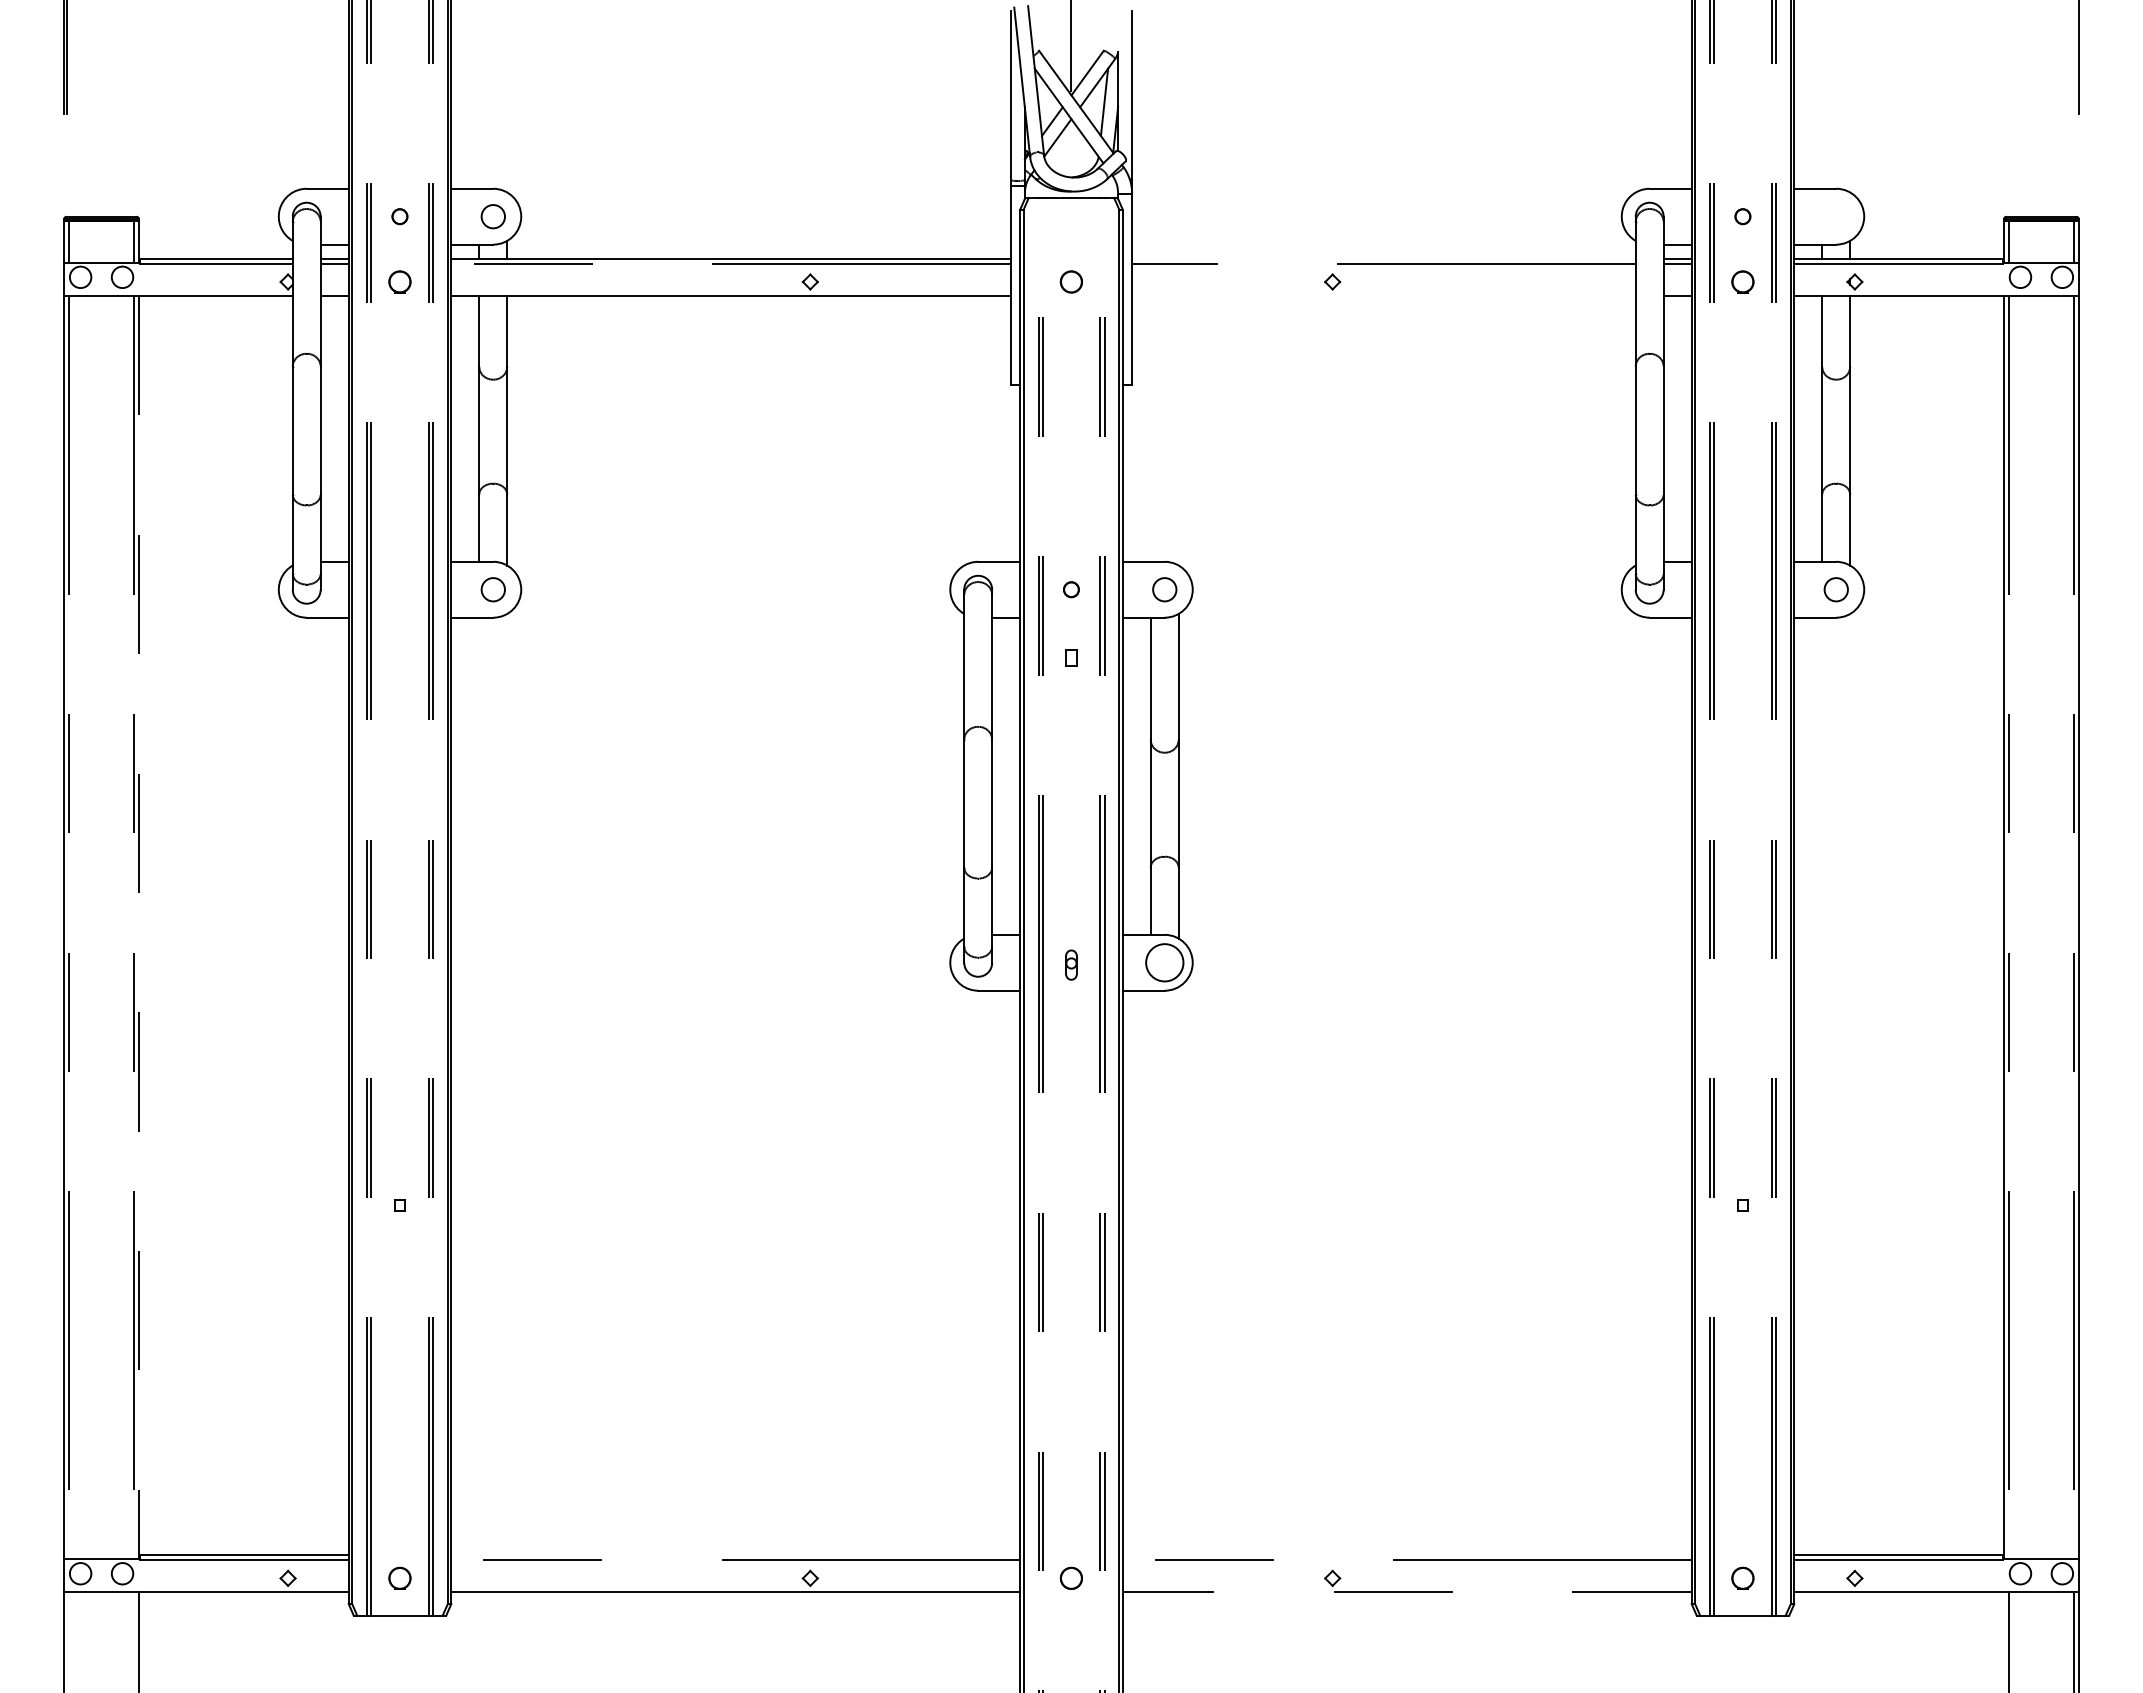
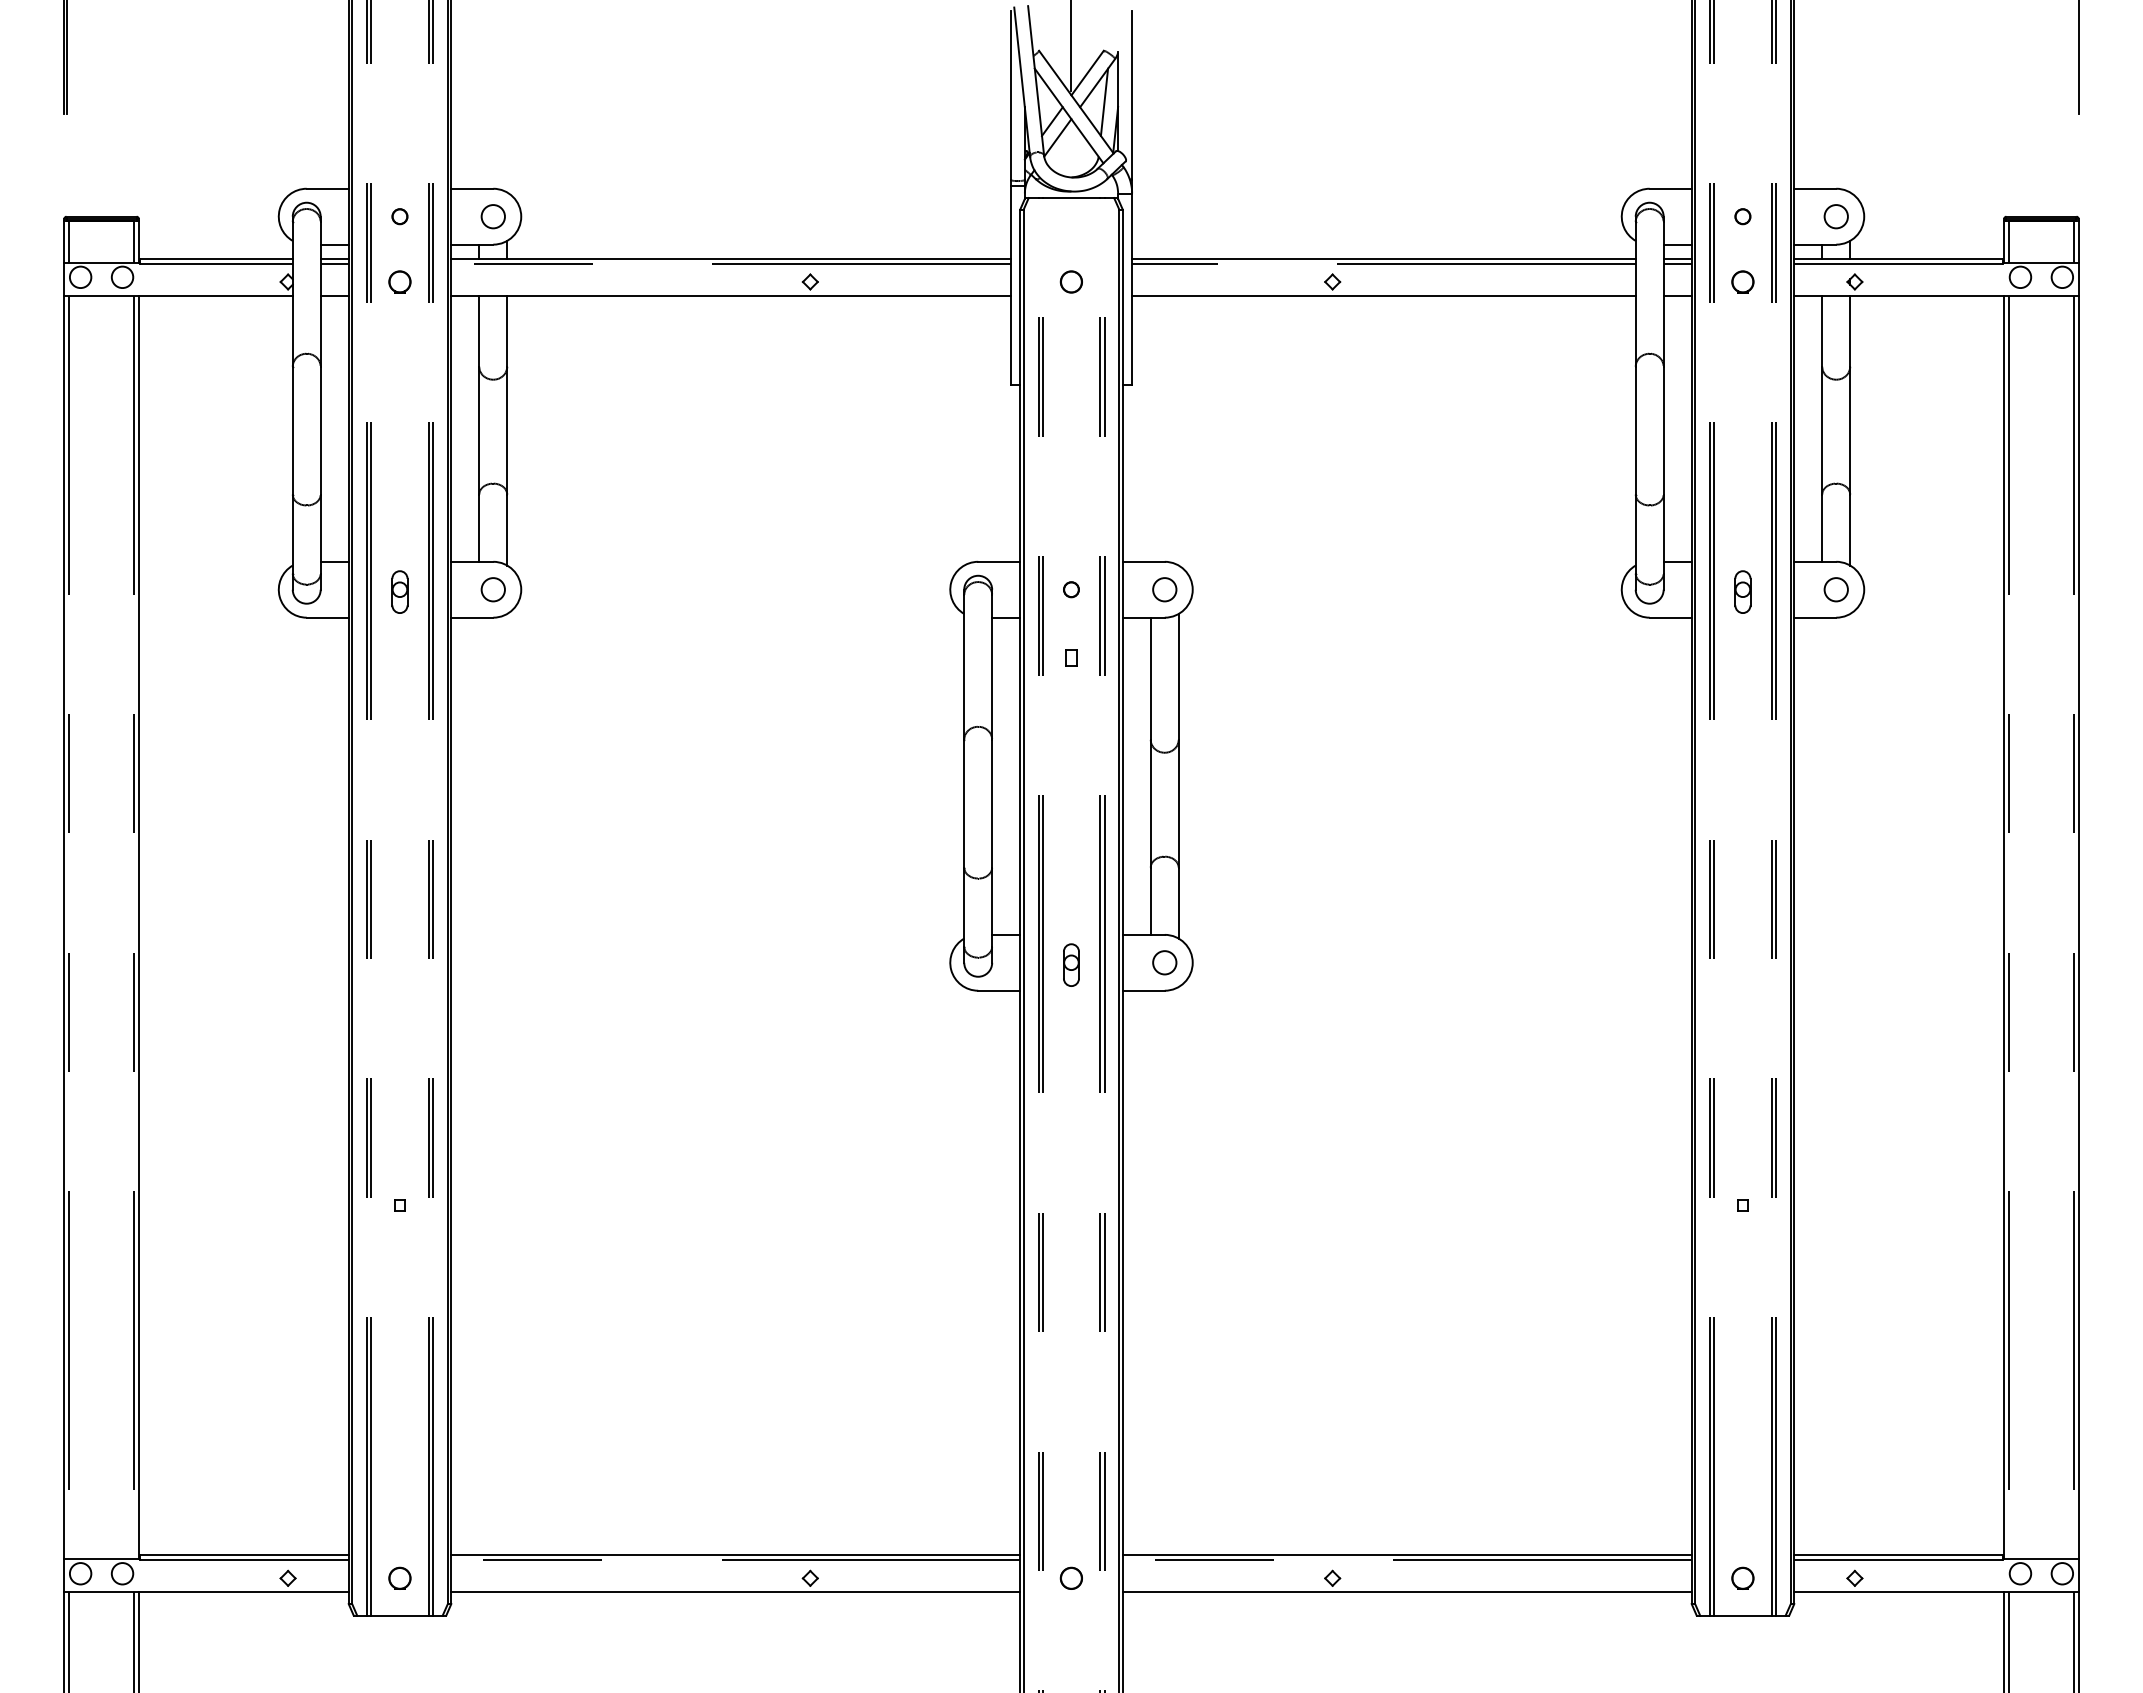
circle at (1835, 216): none -> present
line at (1383, 258): none -> present
line at (1383, 296): none -> present
part at (399, 591): none -> present
part at (1742, 591): none -> present
line at (138, 928): dashed -> solid
circle at (1164, 962) diameter: 37 px -> 23 px
part at (1071, 964) size: 13x32 px -> 17x44 px
line at (735, 1555): none -> present
line at (1406, 1555): none -> present
line at (1406, 1592): dashed -> solid
line at (68, 1640): none -> present
line at (134, 1640): none -> present
line at (2004, 1640): none -> present
